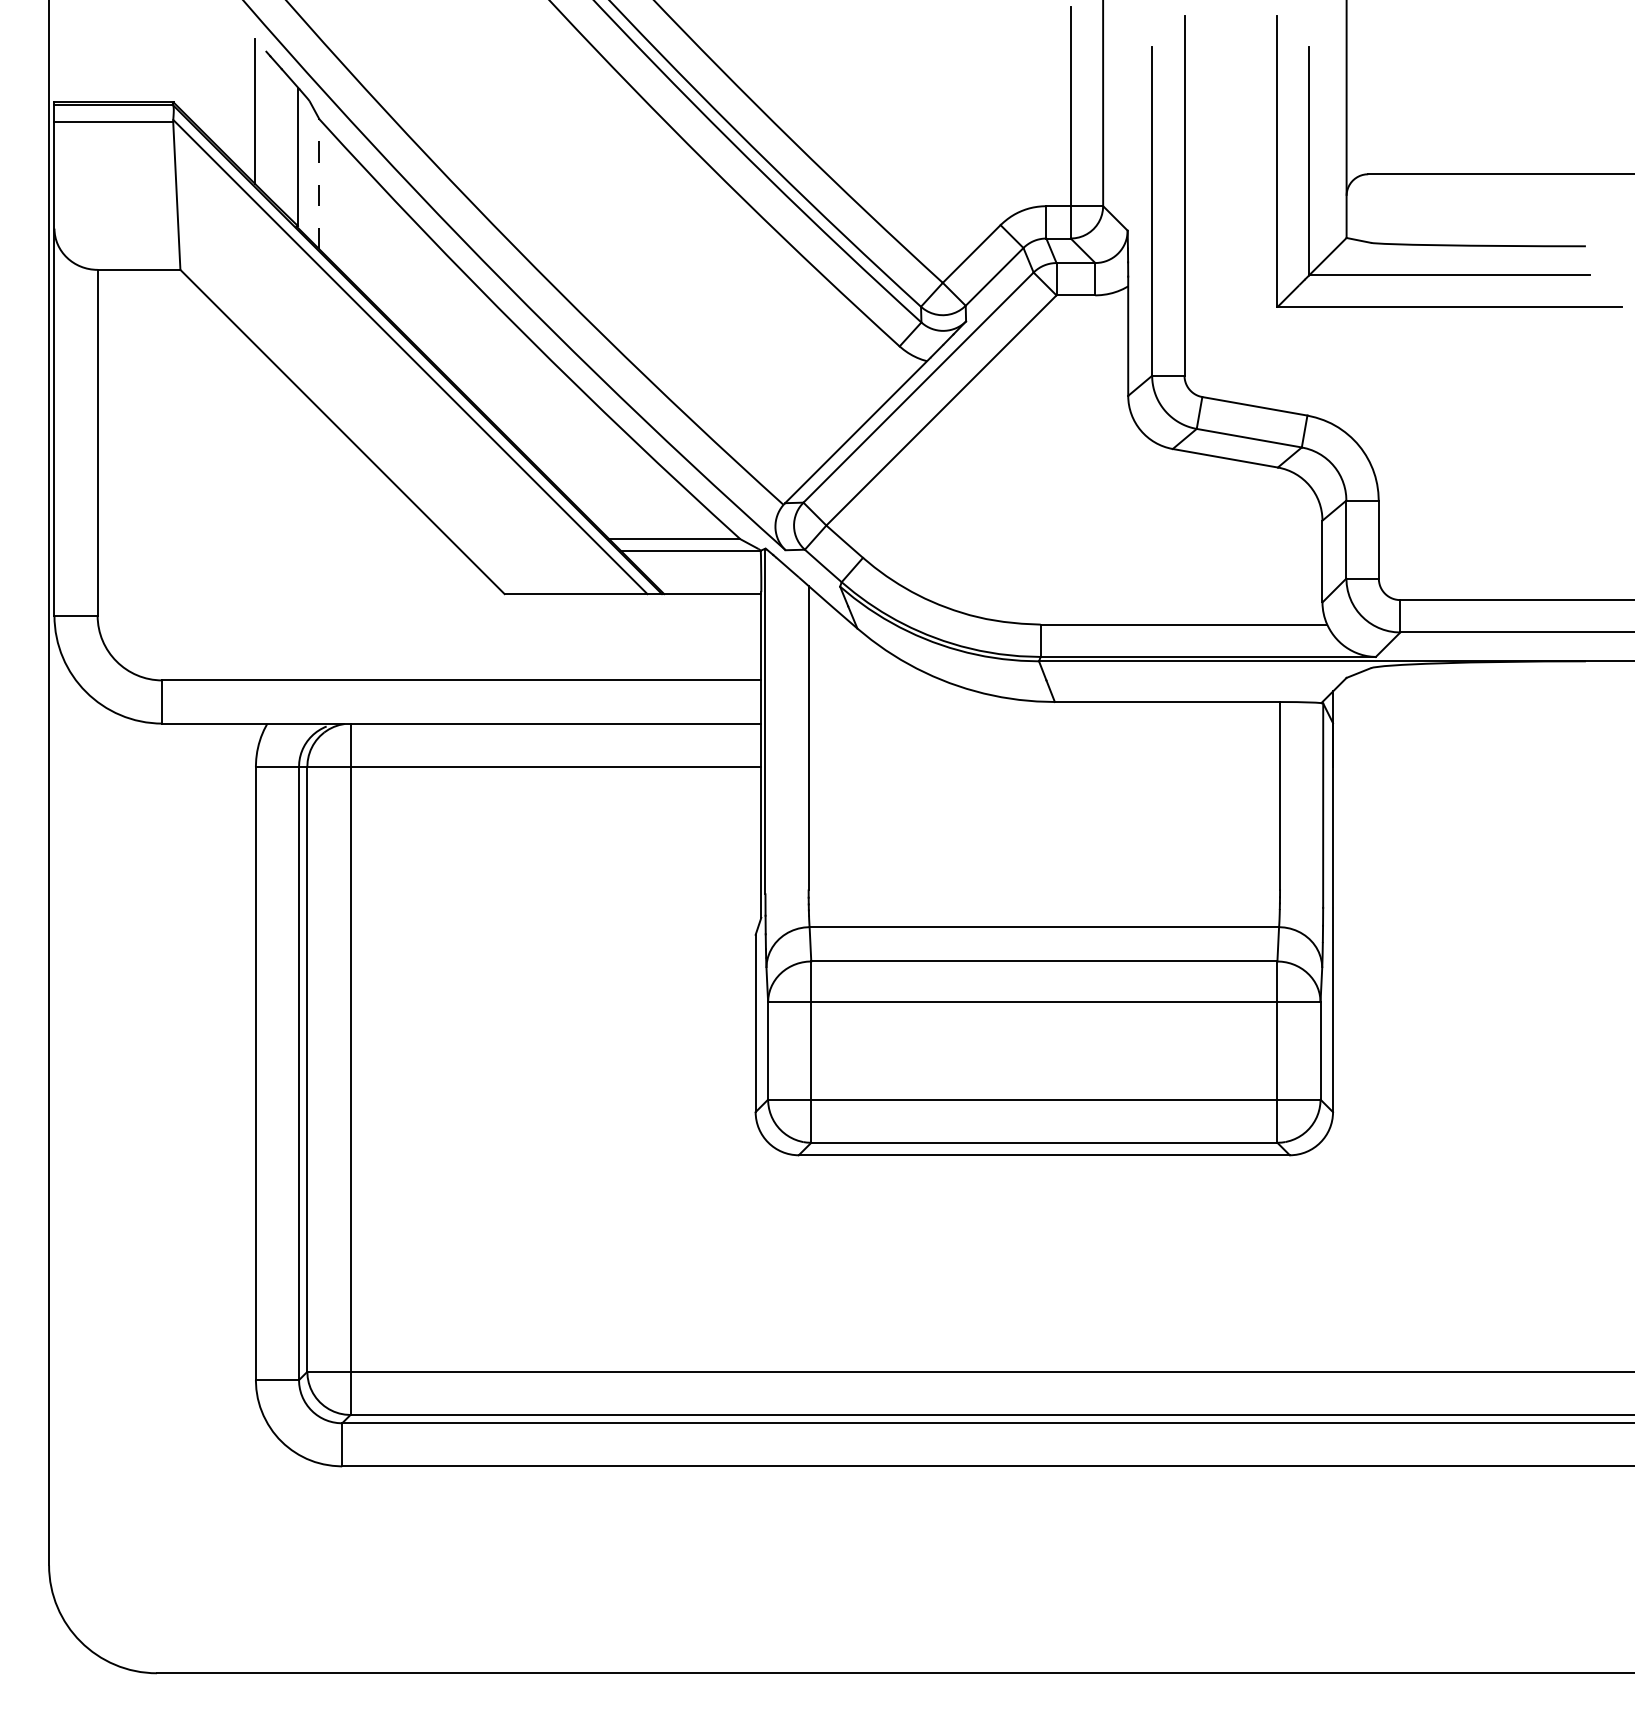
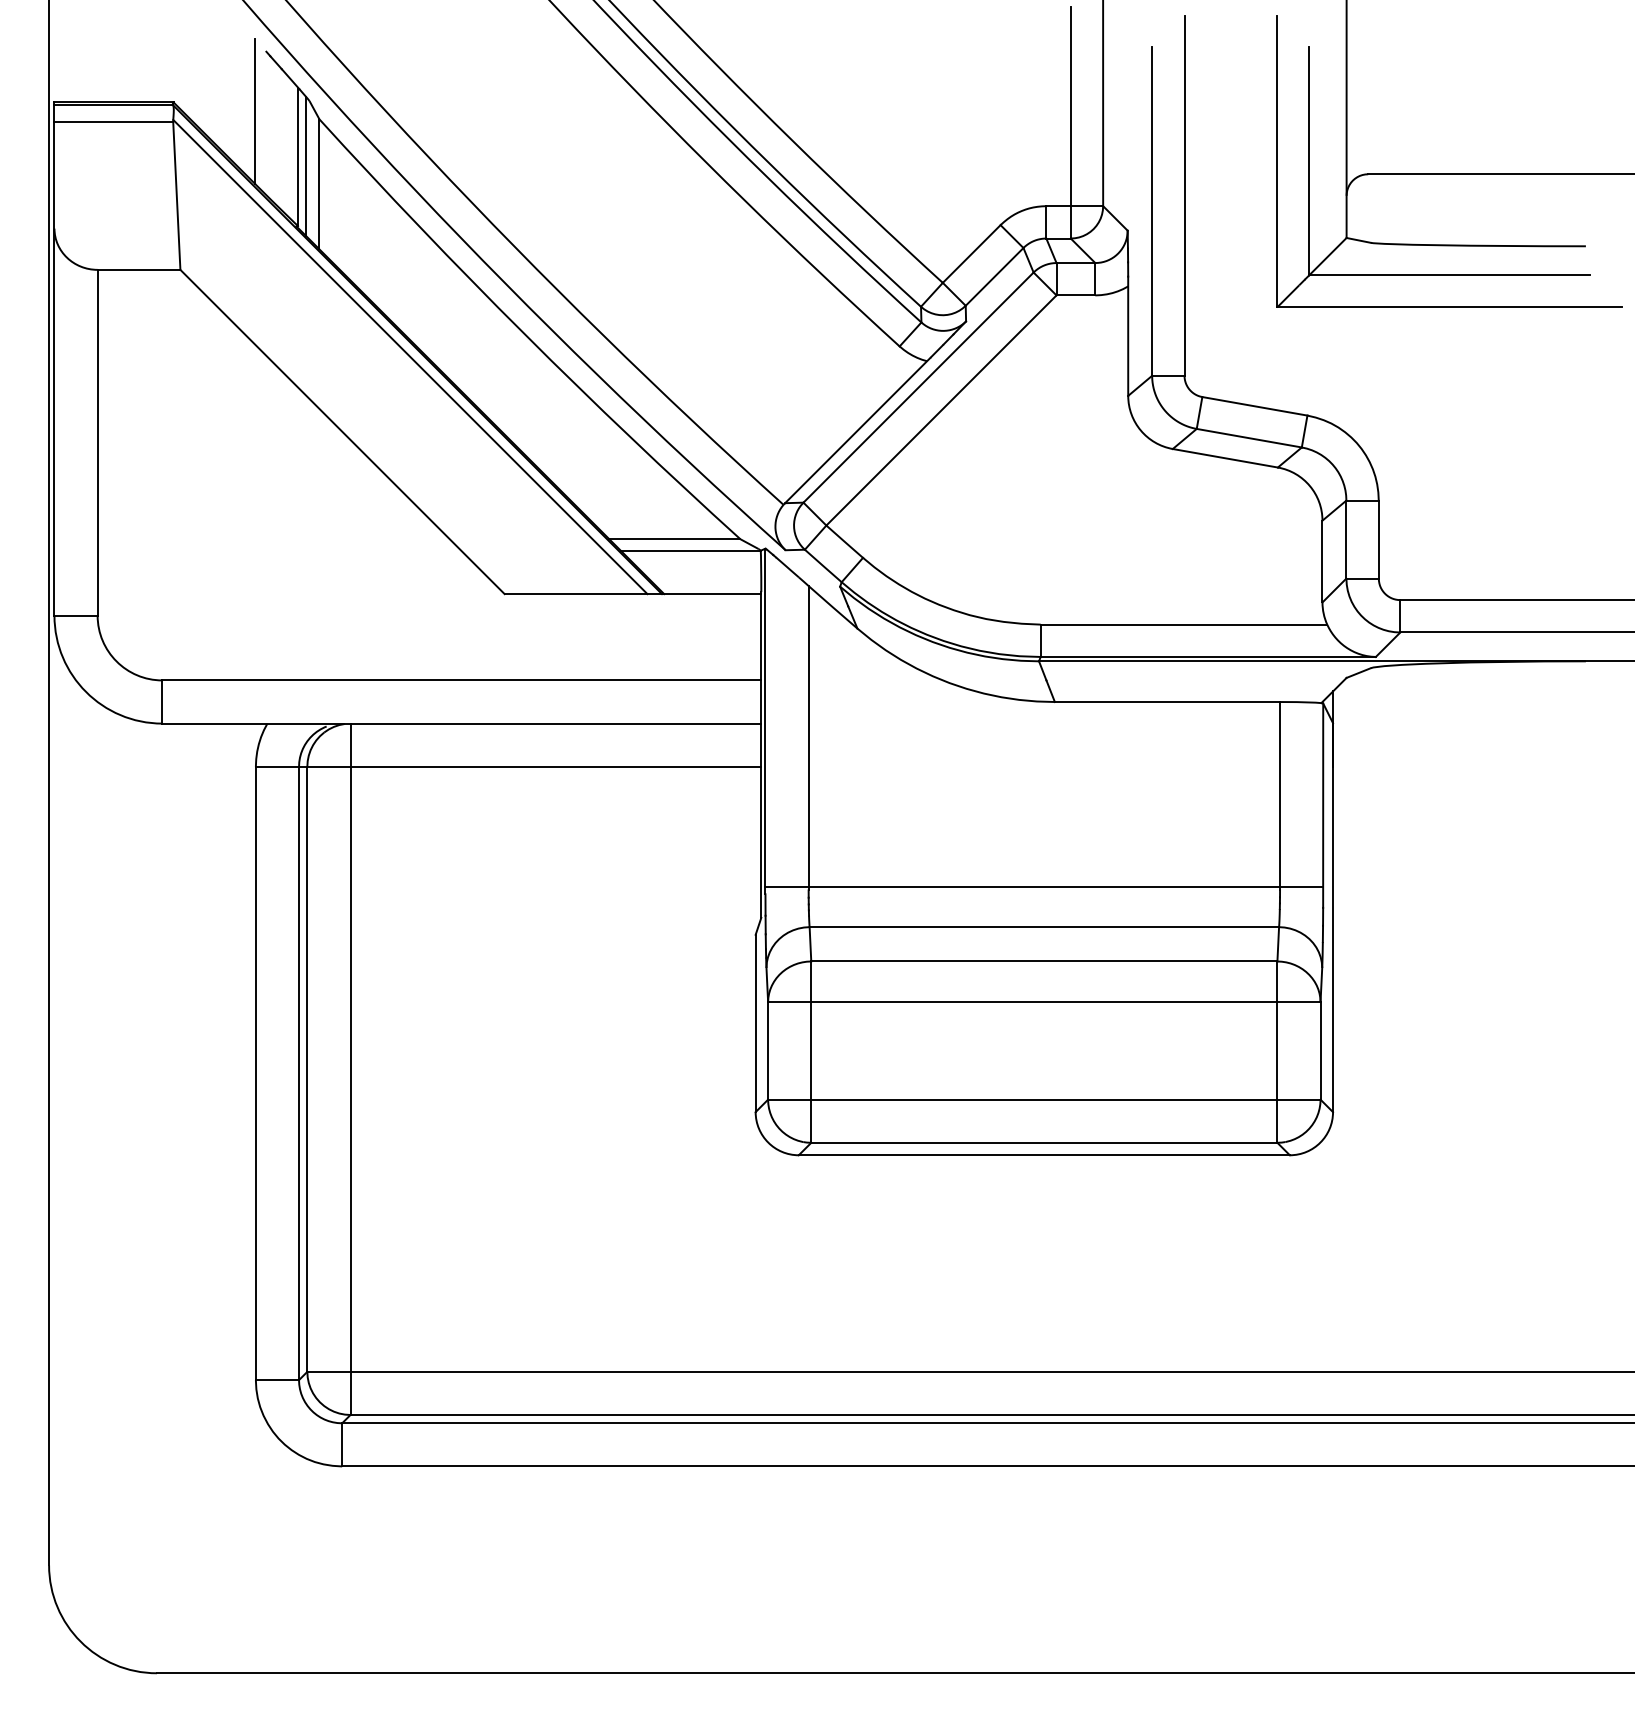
line at (306, 166): none -> present
line at (319, 183): dashed -> solid
line at (1044, 886): none -> present
